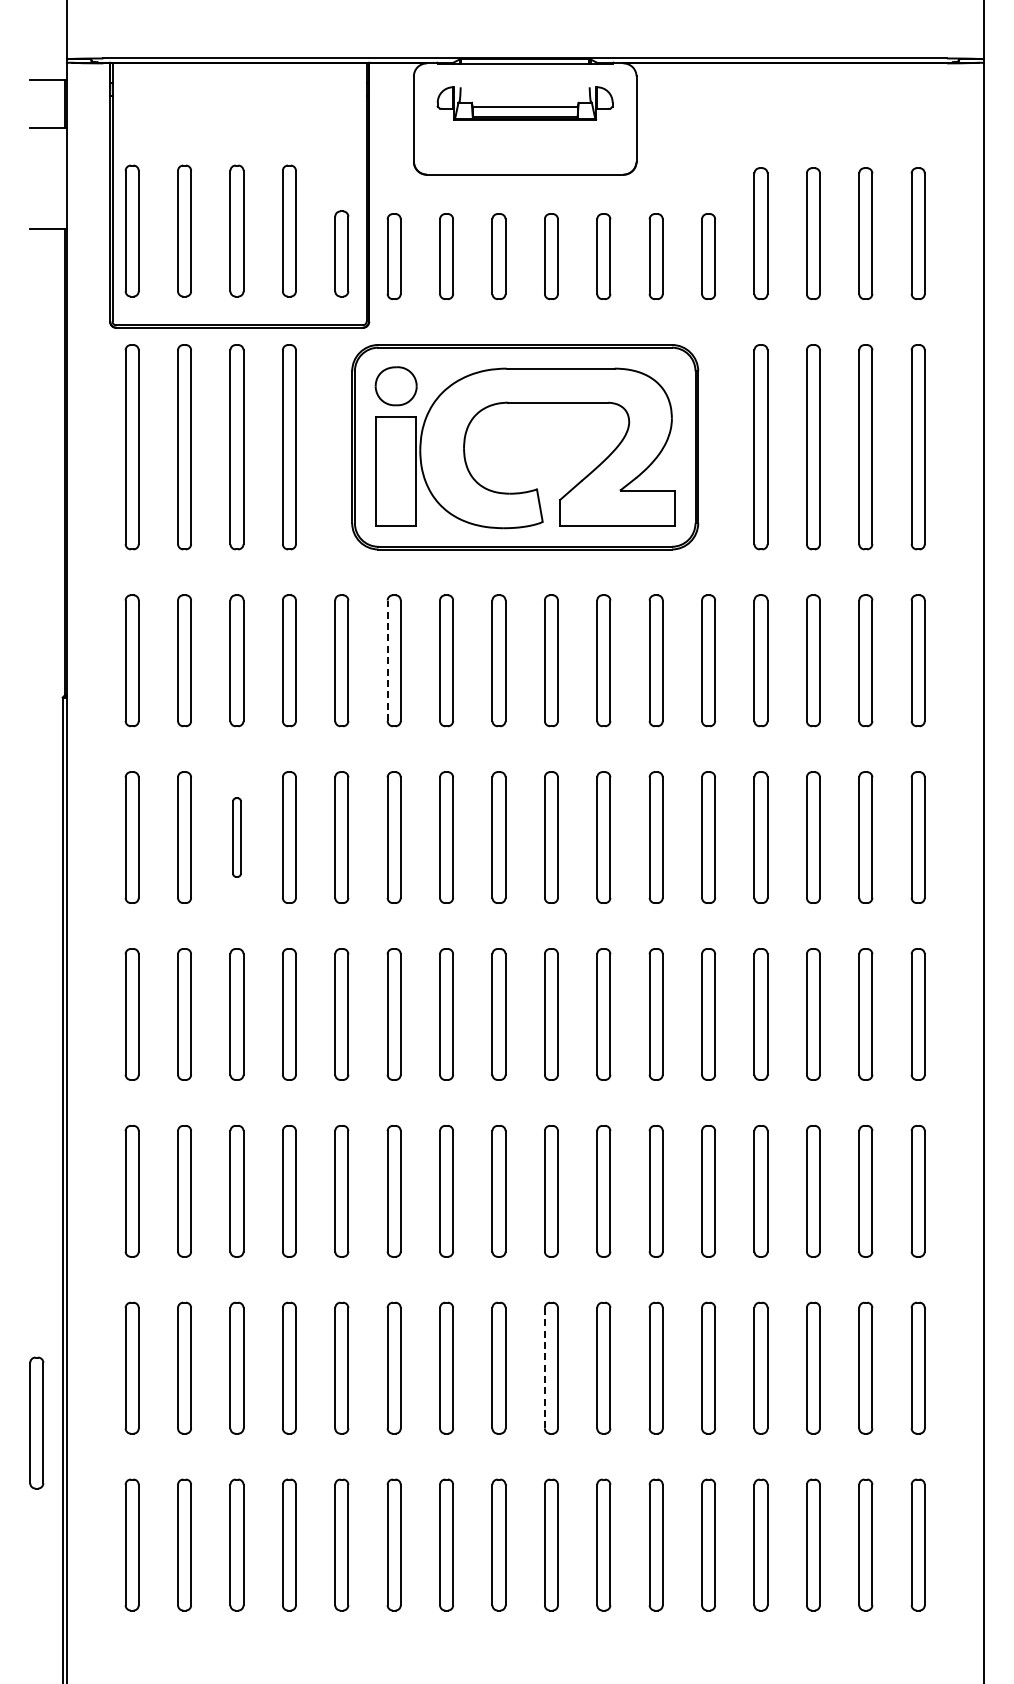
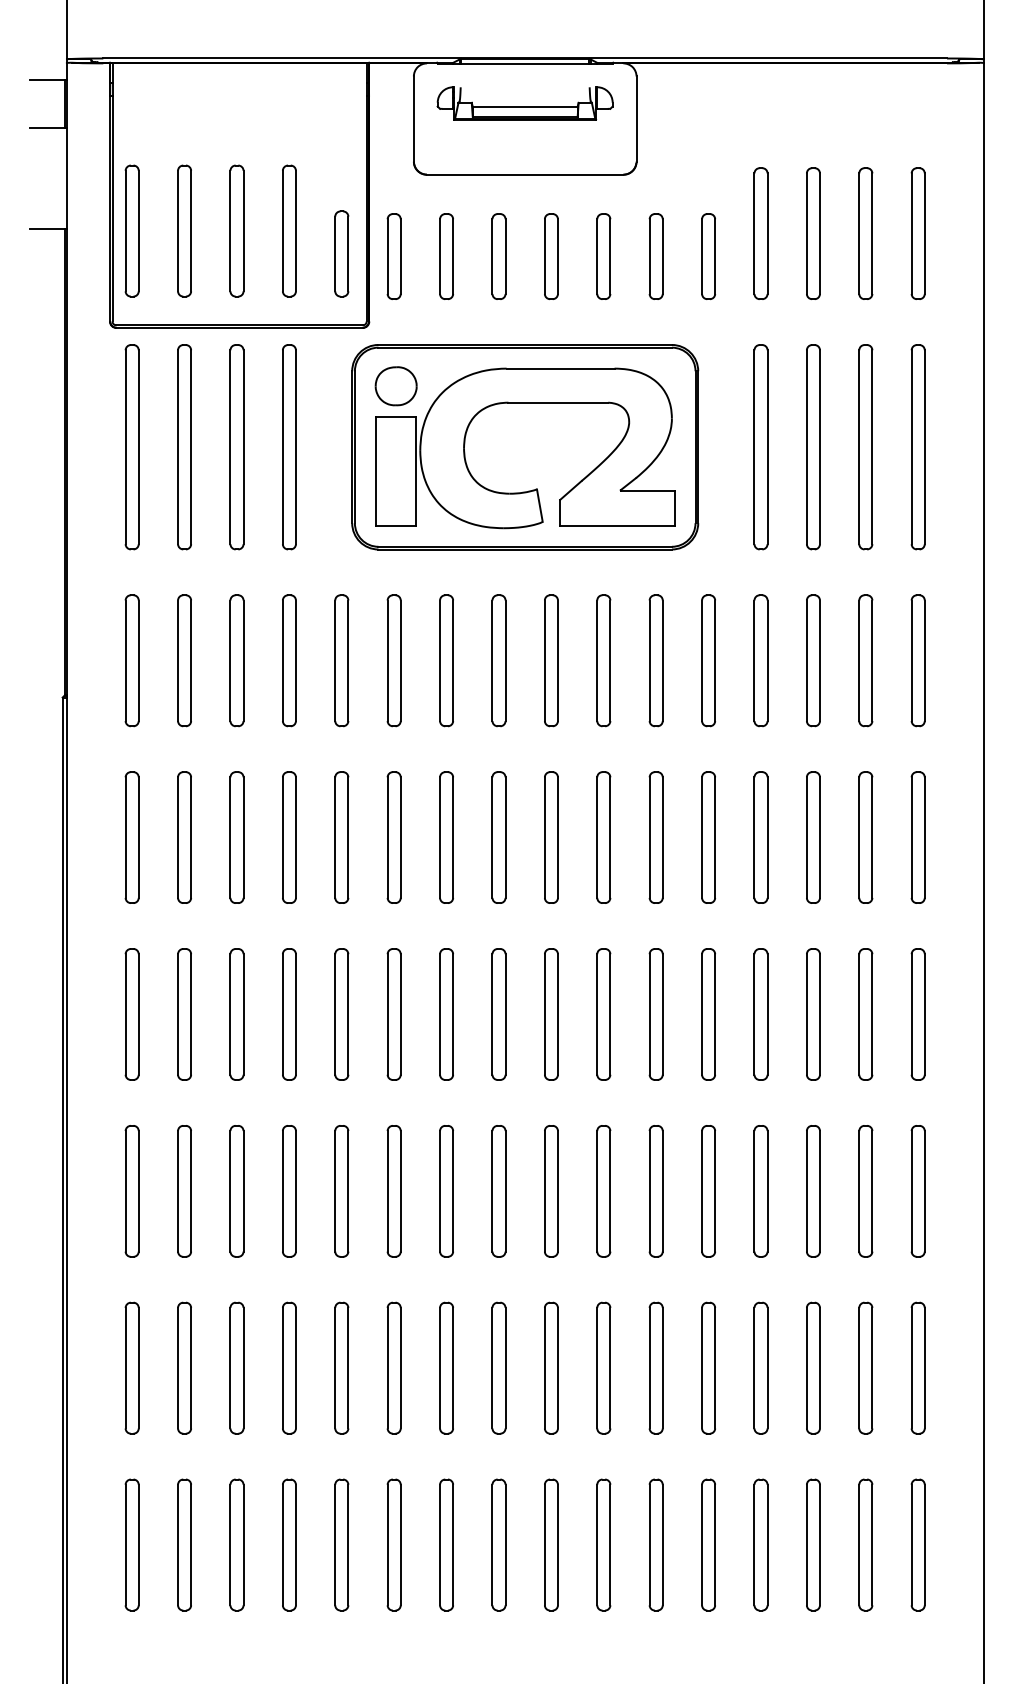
line at (387, 660): dashed -> solid
part at (236, 837) size: 10x81 px -> 16x133 px
line at (544, 1367): dashed -> solid
part at (36, 1422): present -> none
